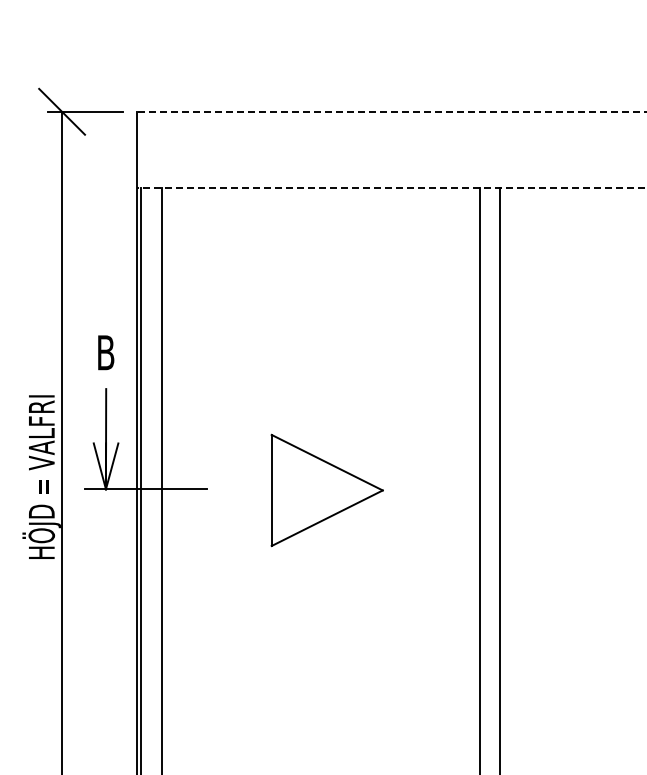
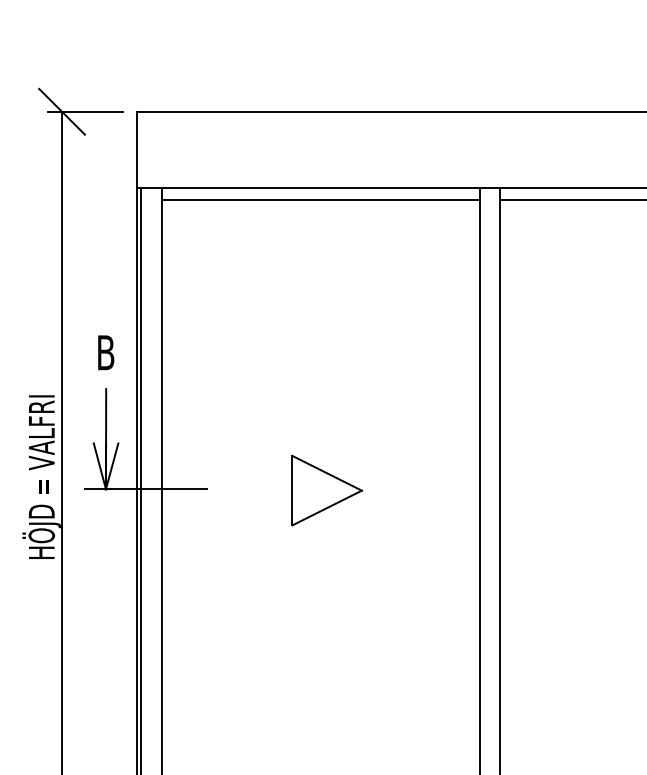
line at (391, 111): dashed -> solid
line at (392, 188): dashed -> solid
line at (320, 200): none -> present
line at (571, 200): none -> present
part at (326, 490) size: 114x115 px -> 72x72 px
